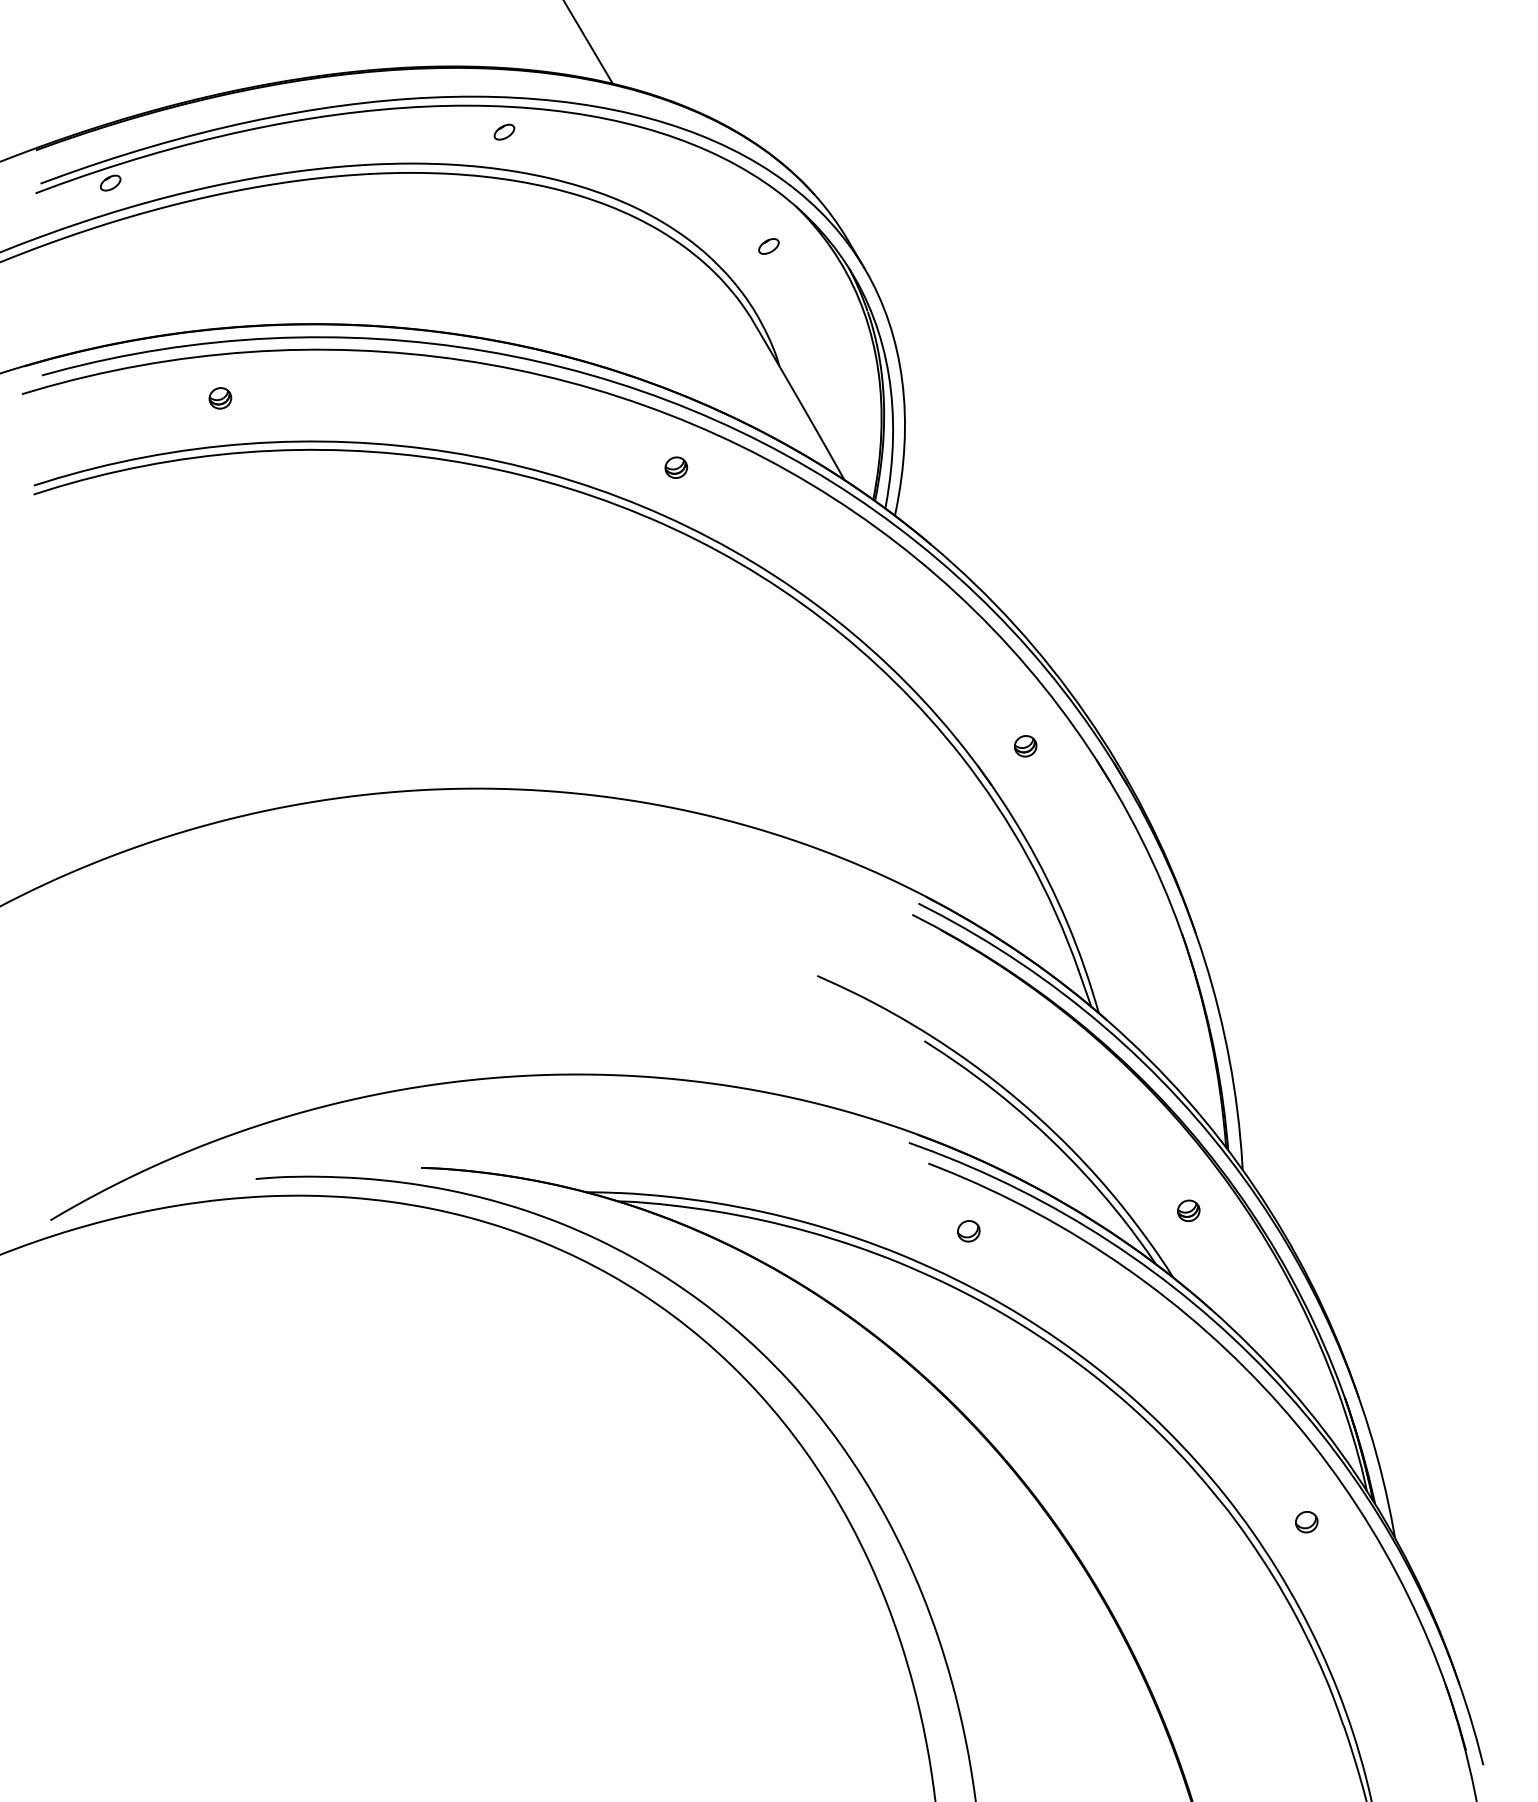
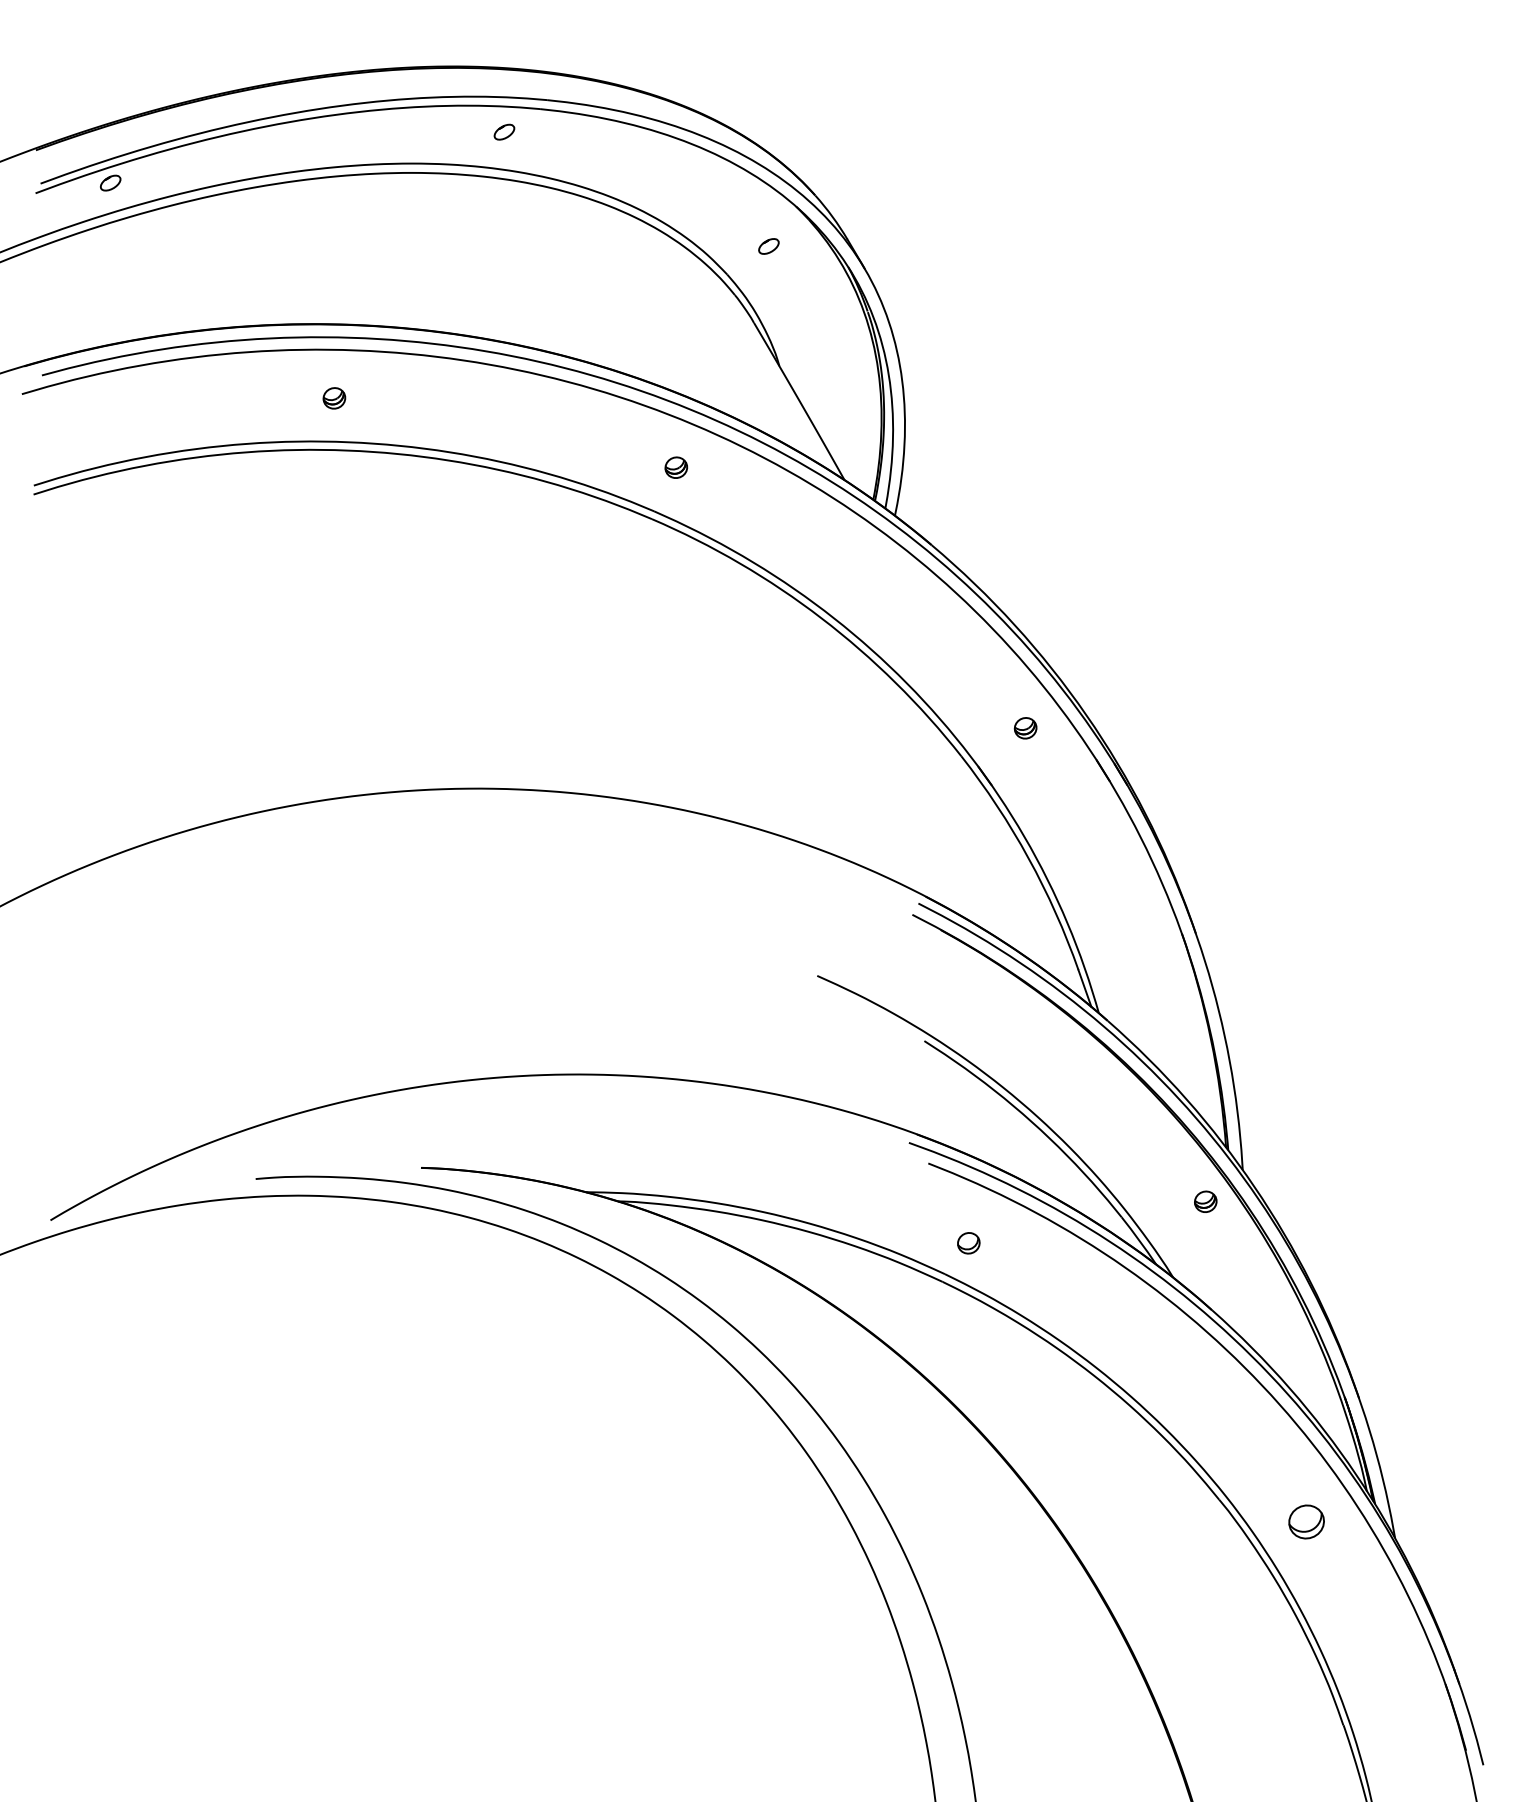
line at (588, 42): present -> none
part at (220, 398) position: (220, 398) -> (334, 398)
part at (1025, 746) position: (1025, 746) -> (1025, 728)
part at (1188, 1210) position: (1188, 1210) -> (1205, 1201)
part at (968, 1231) position: (968, 1231) -> (968, 1243)
part at (1306, 1522) size: 24x23 px -> 37x36 px
